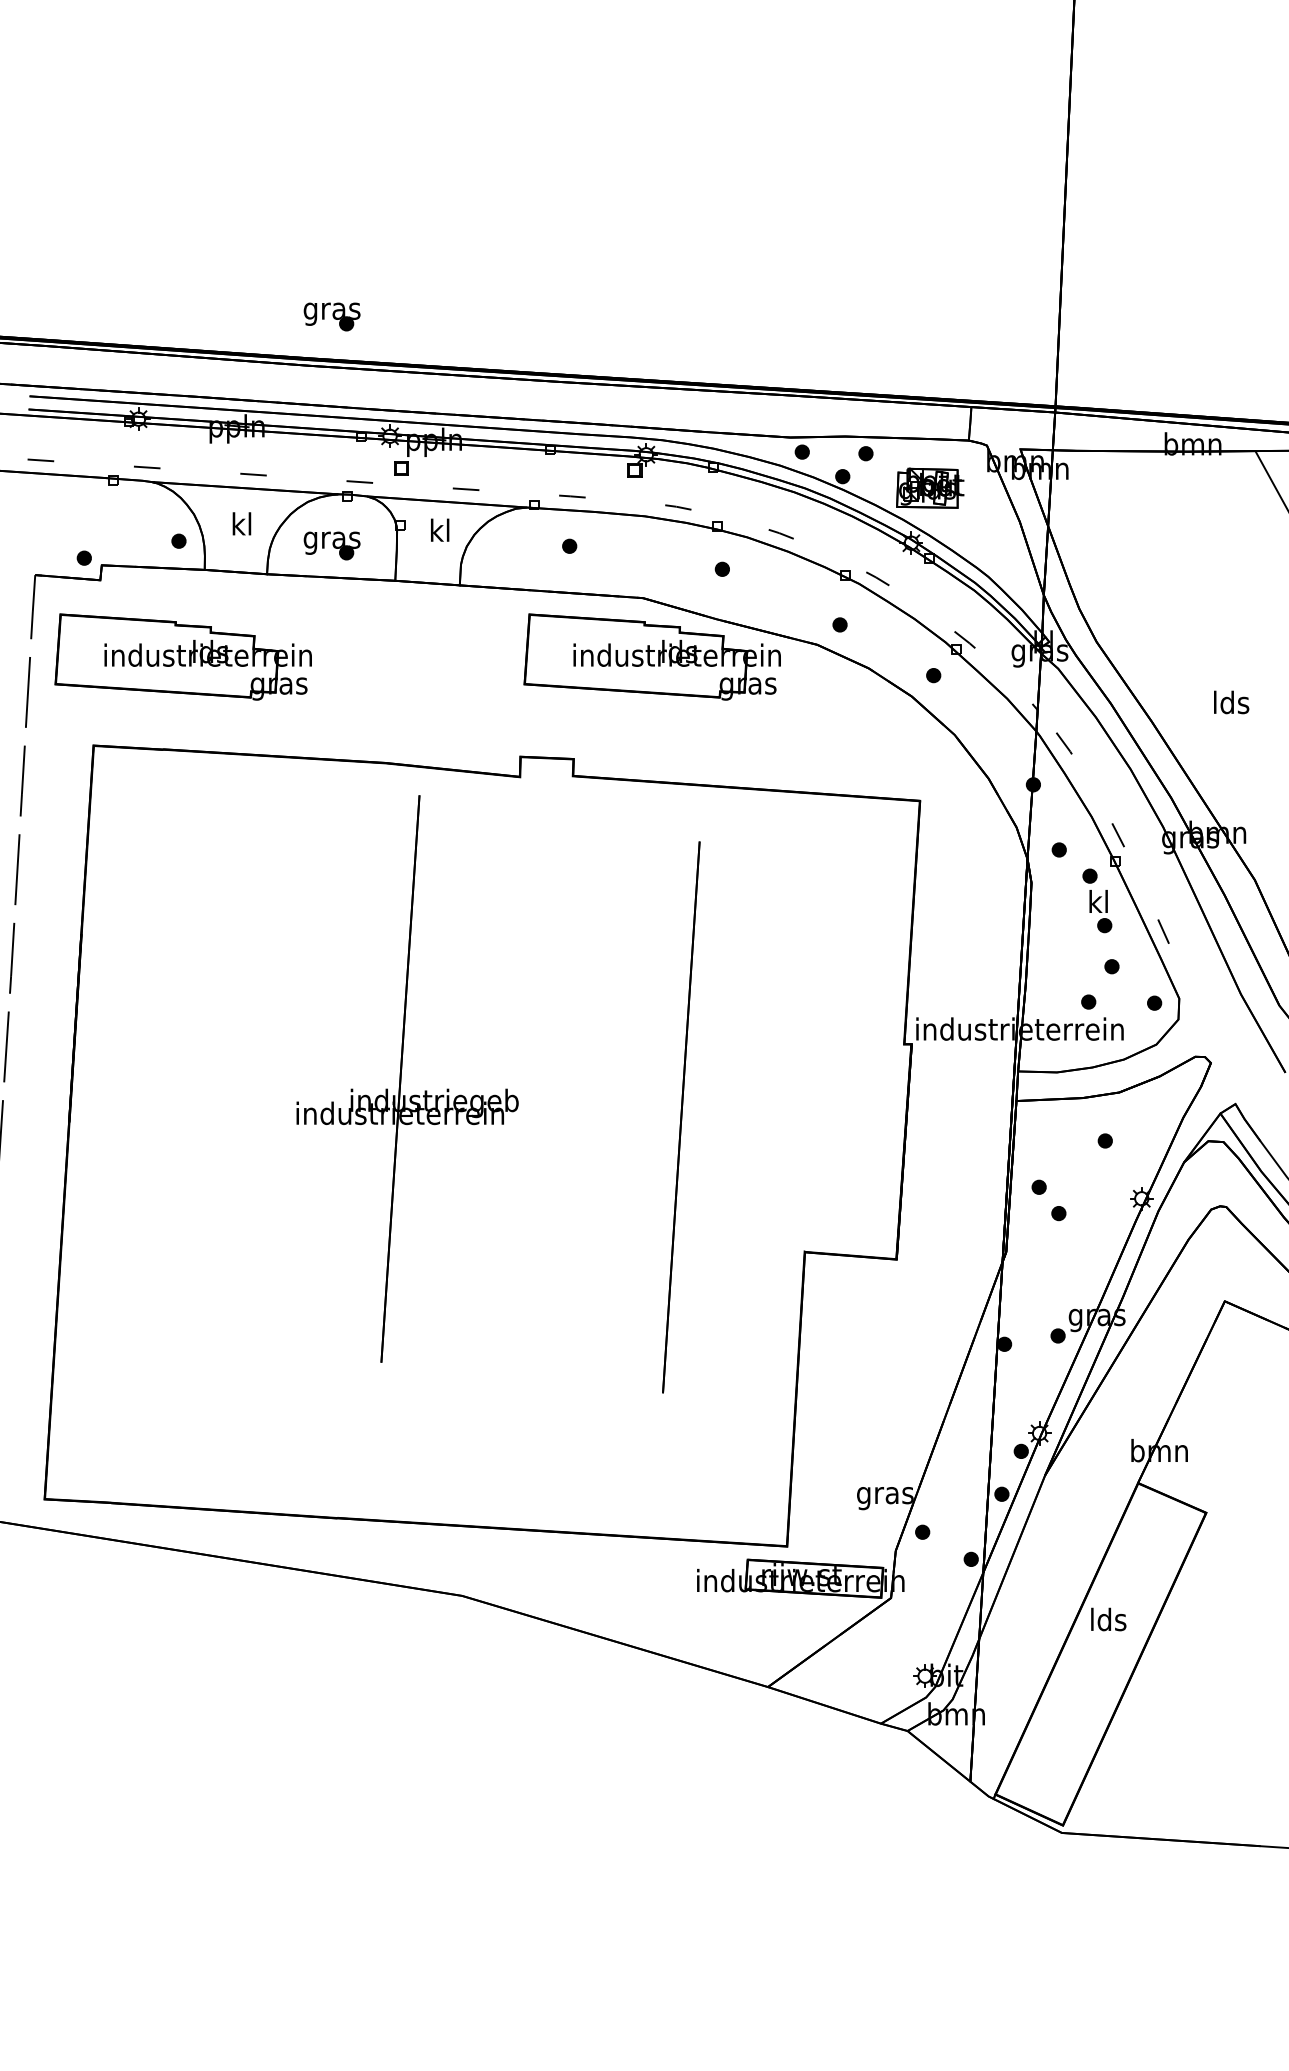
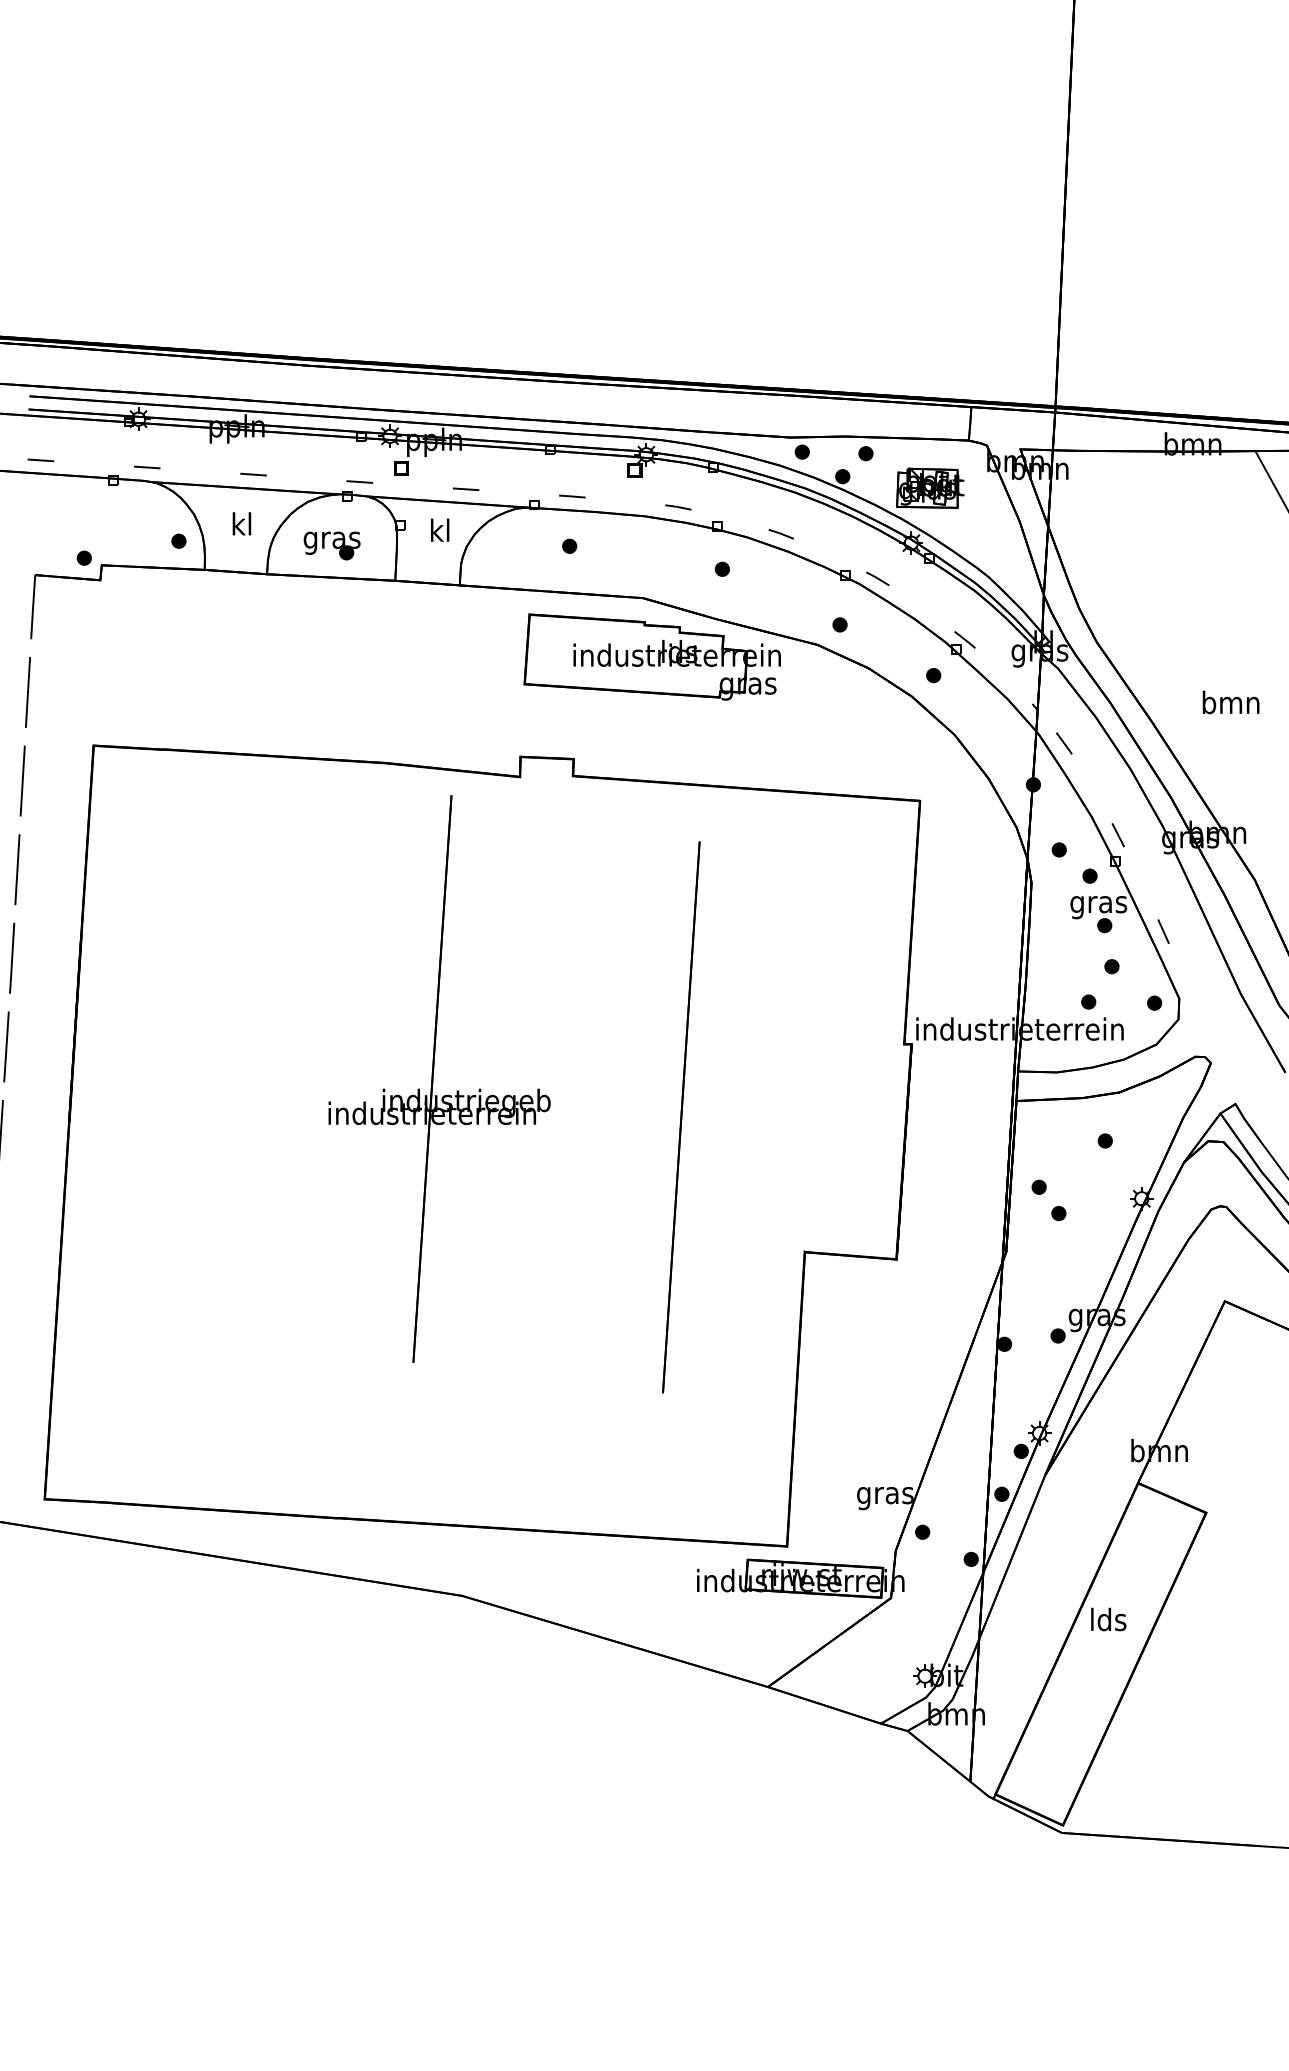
part at (331, 316): present -> none
part at (182, 656): present -> none
text at (1230, 702): lds -> bmn
text at (1098, 904): kl -> gras
part at (407, 1078) position: (407, 1078) -> (439, 1078)
